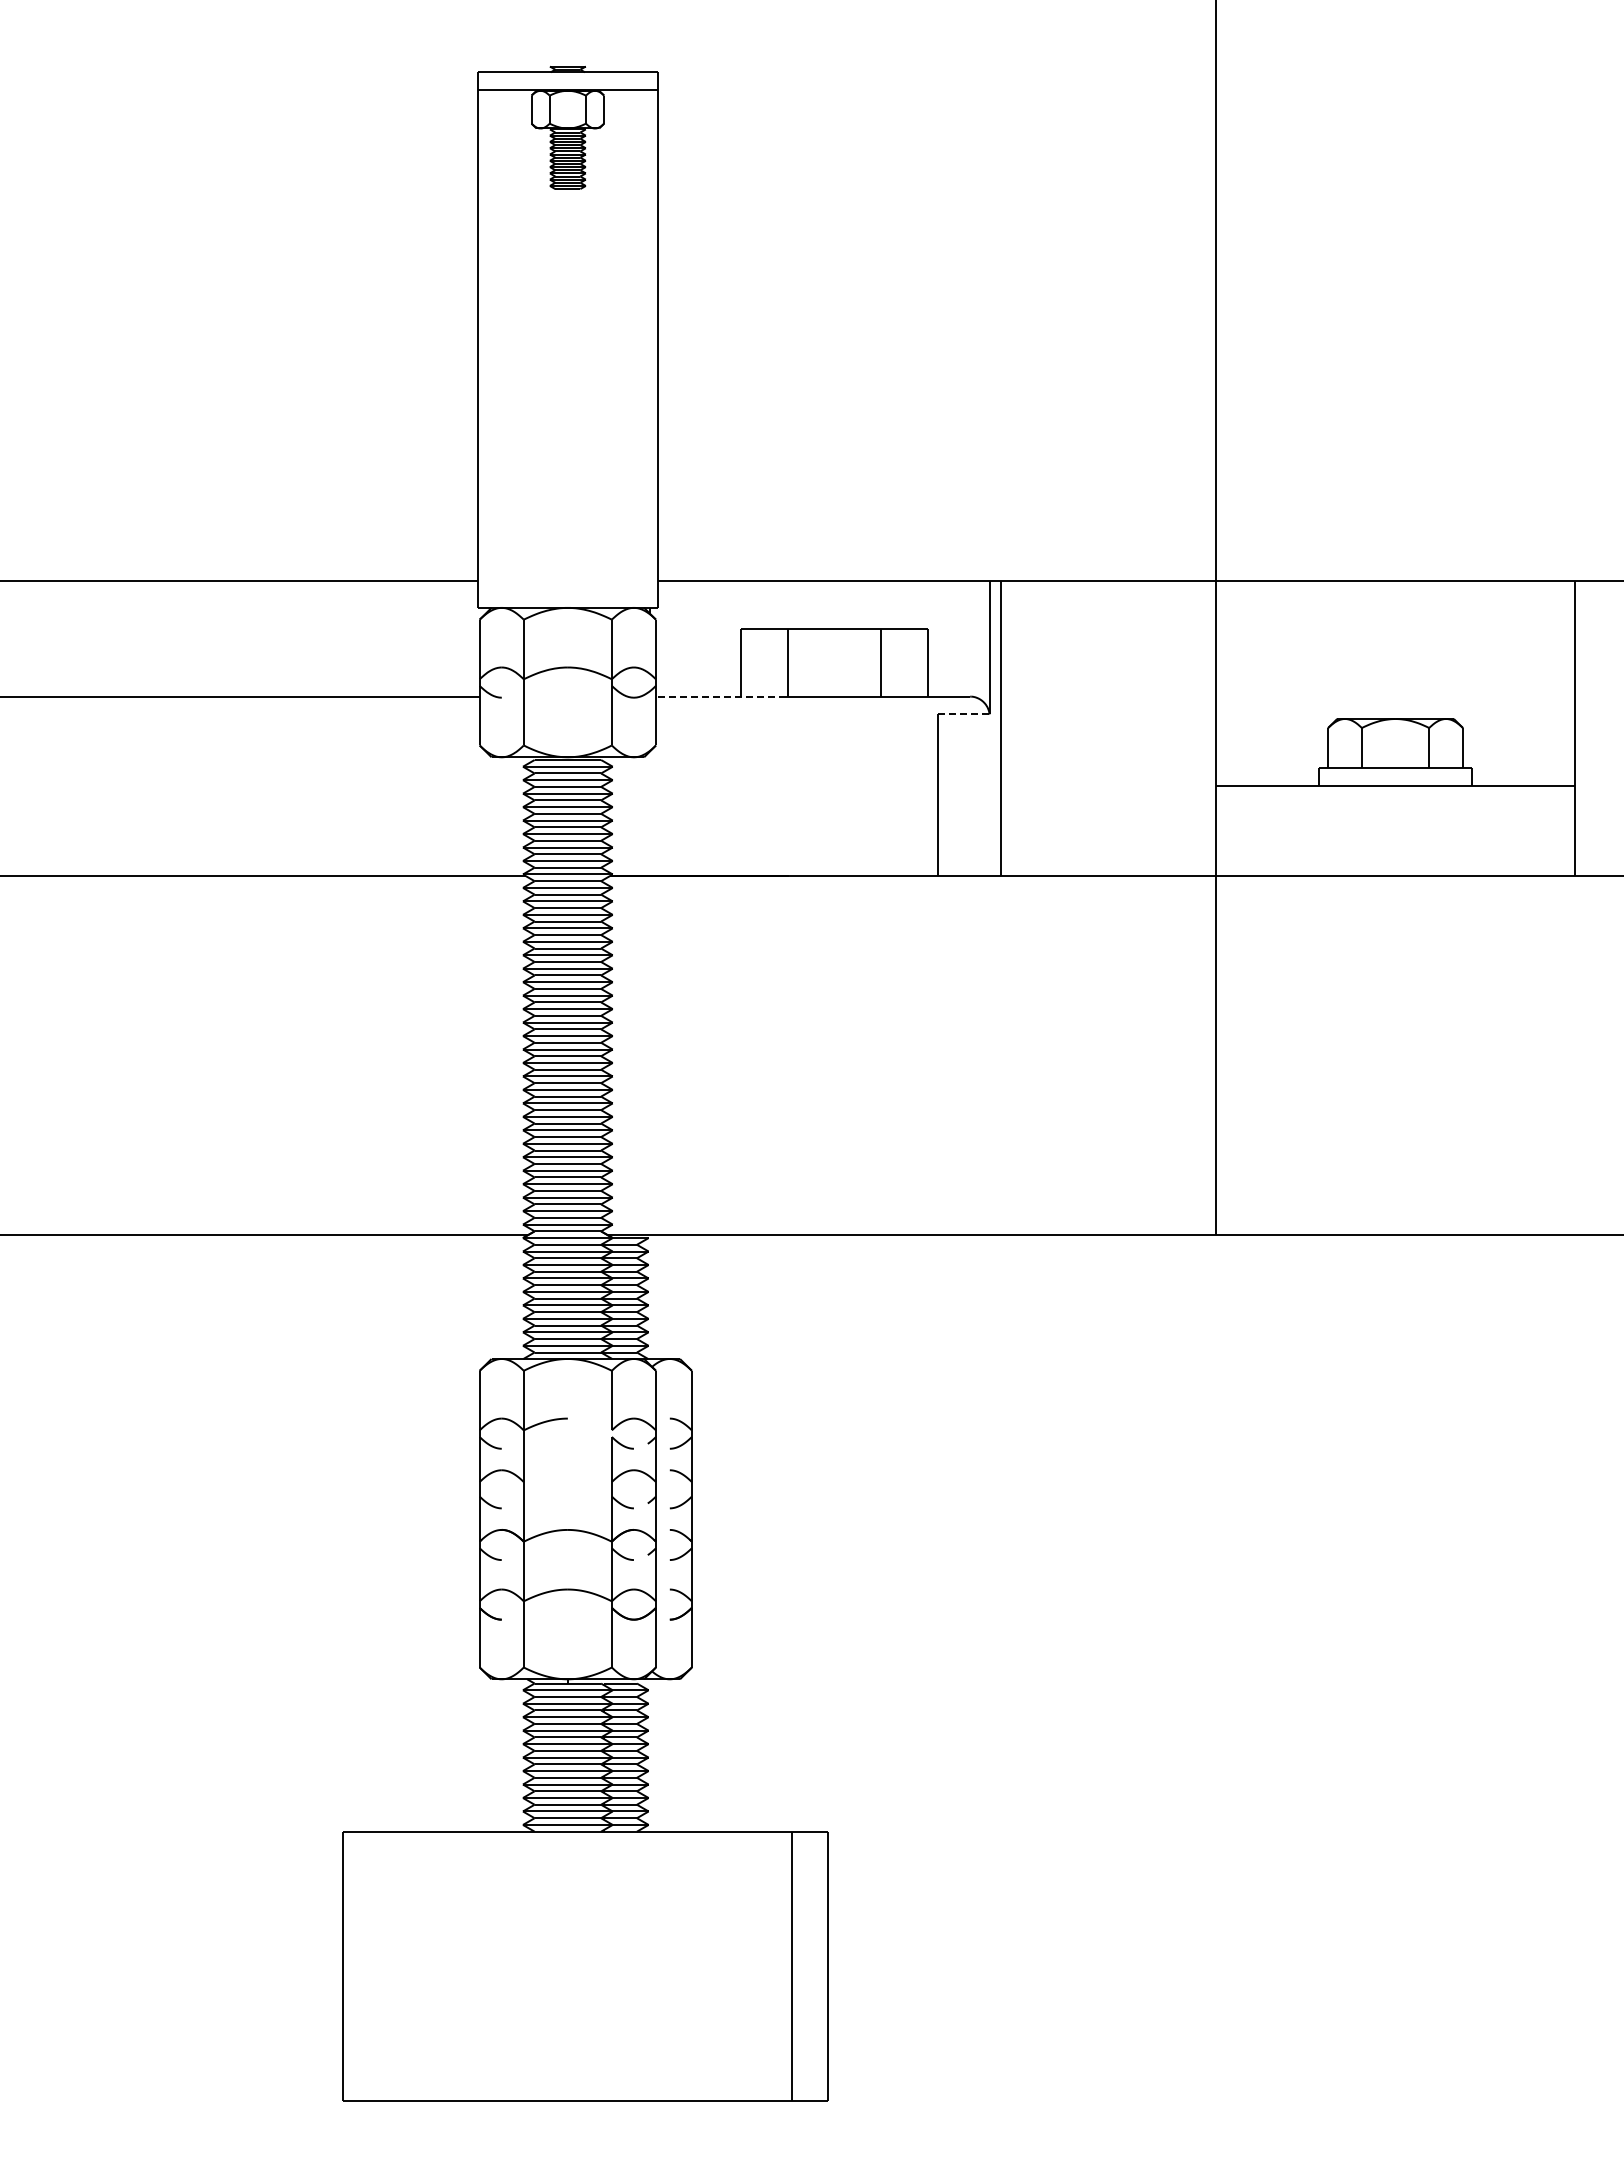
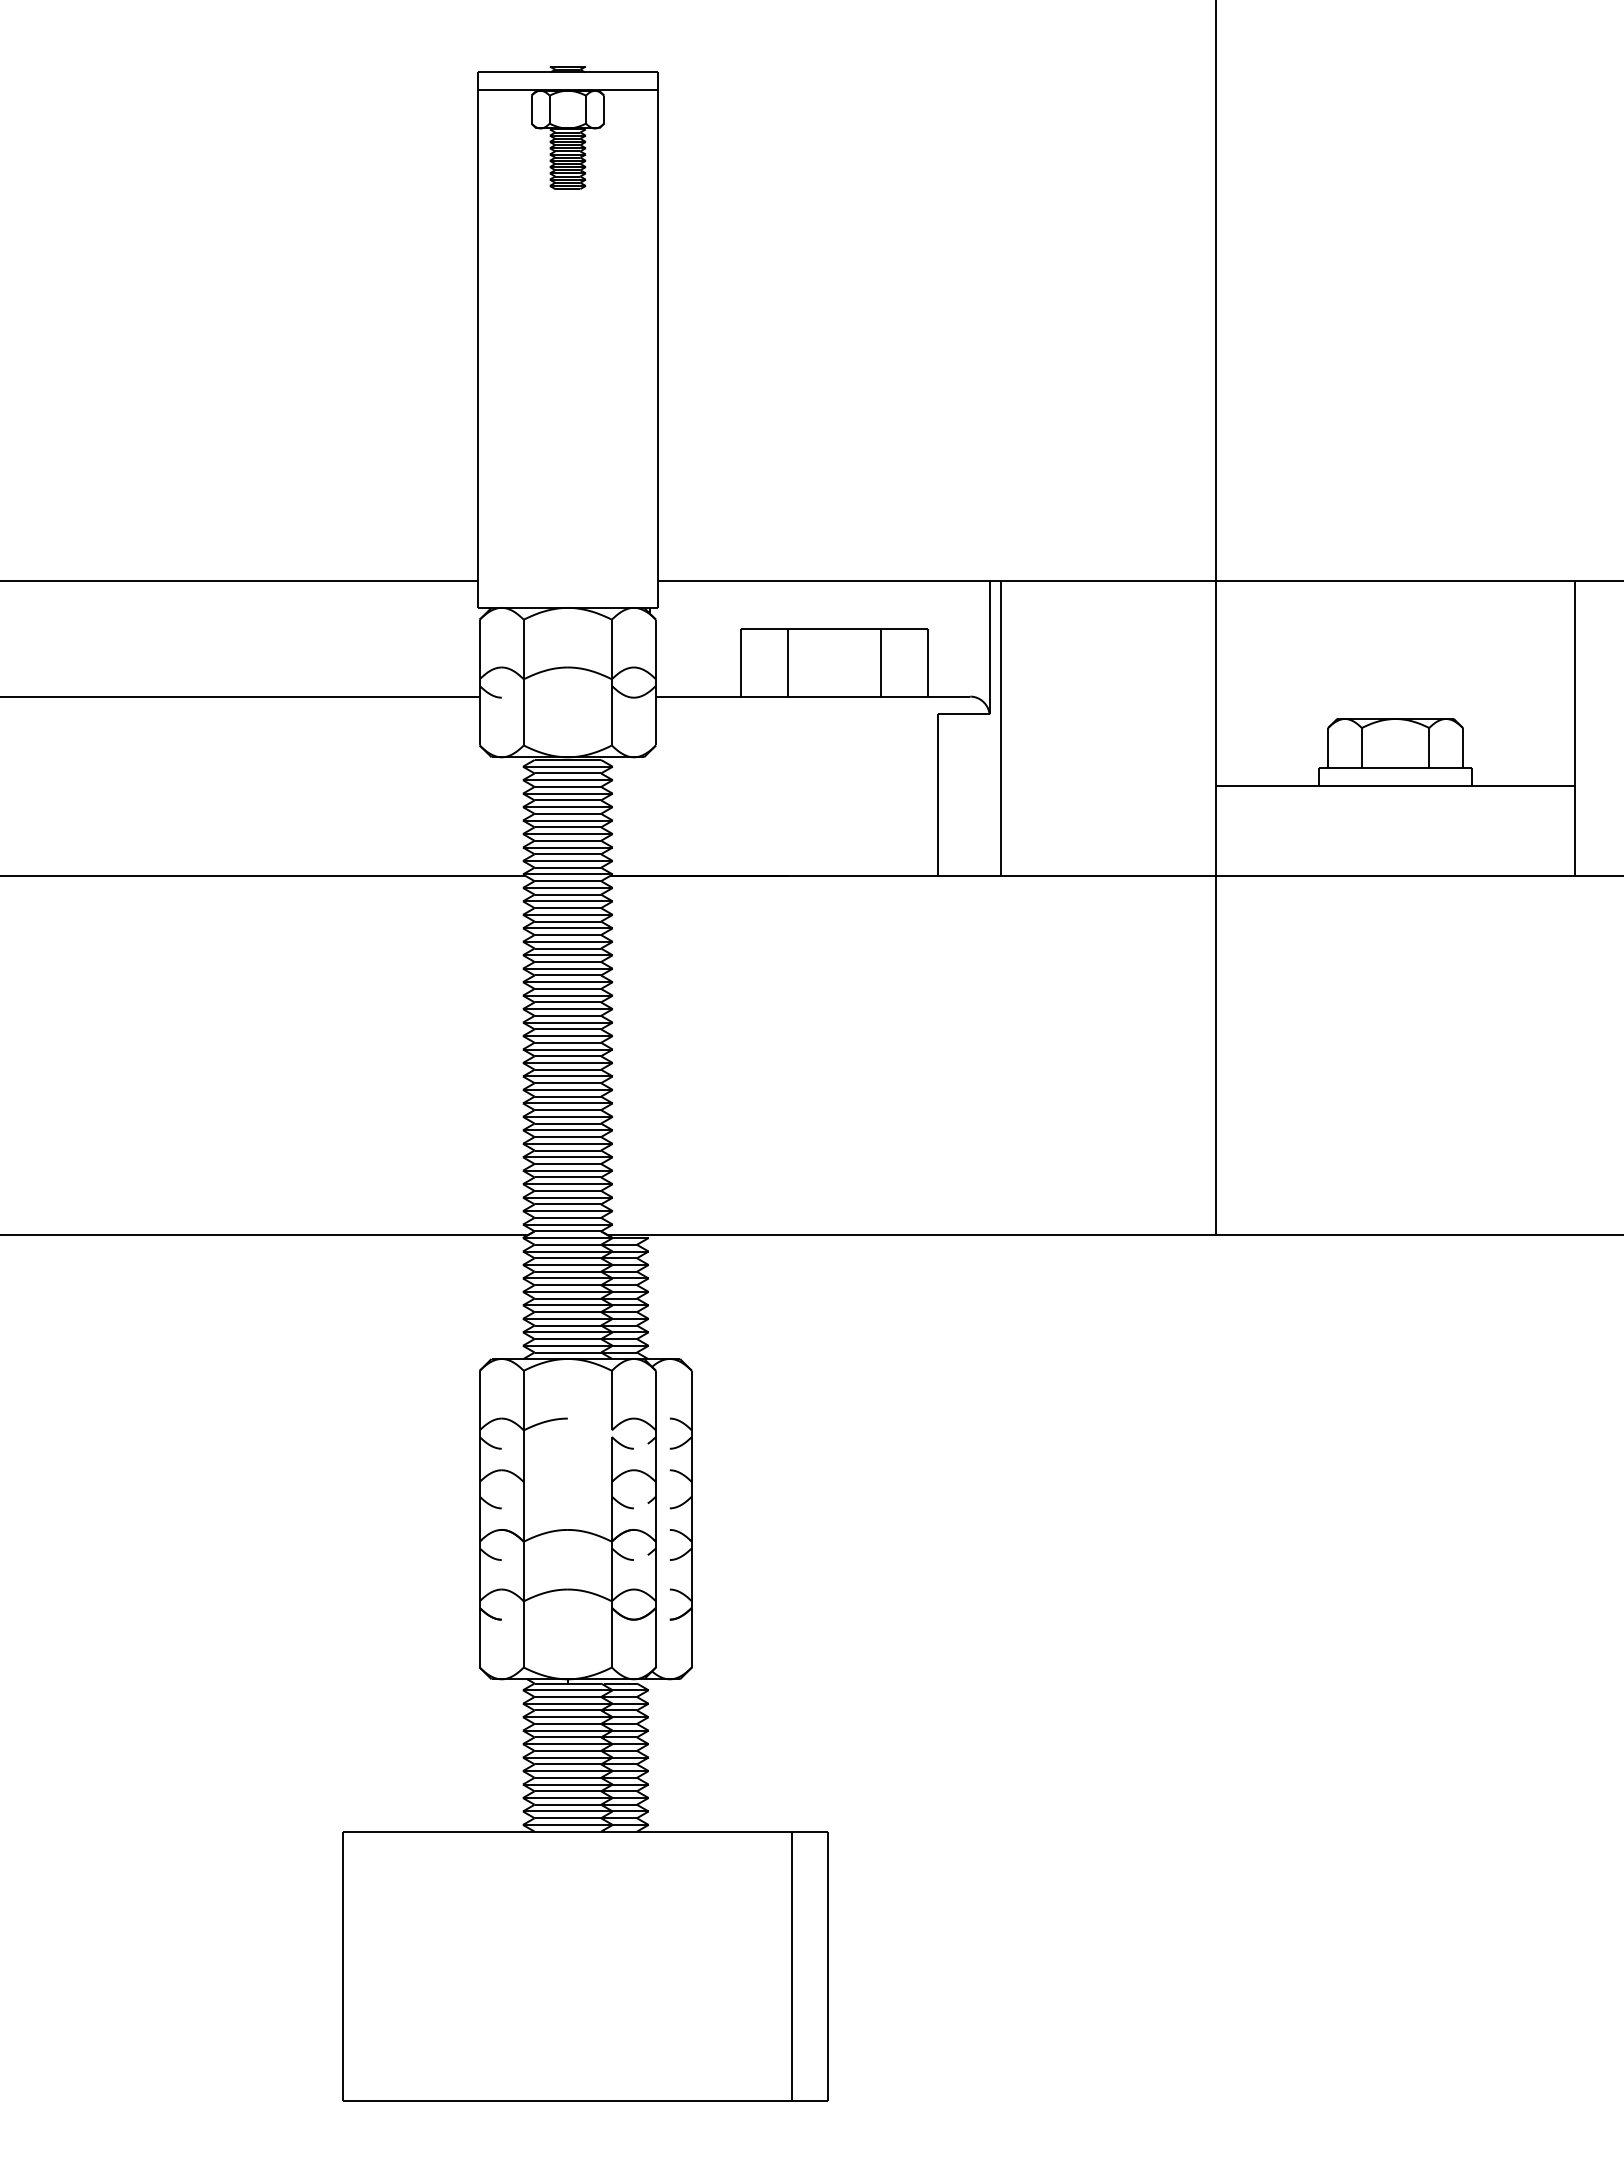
line at (720, 696): dashed -> solid
line at (963, 714): dashed -> solid
